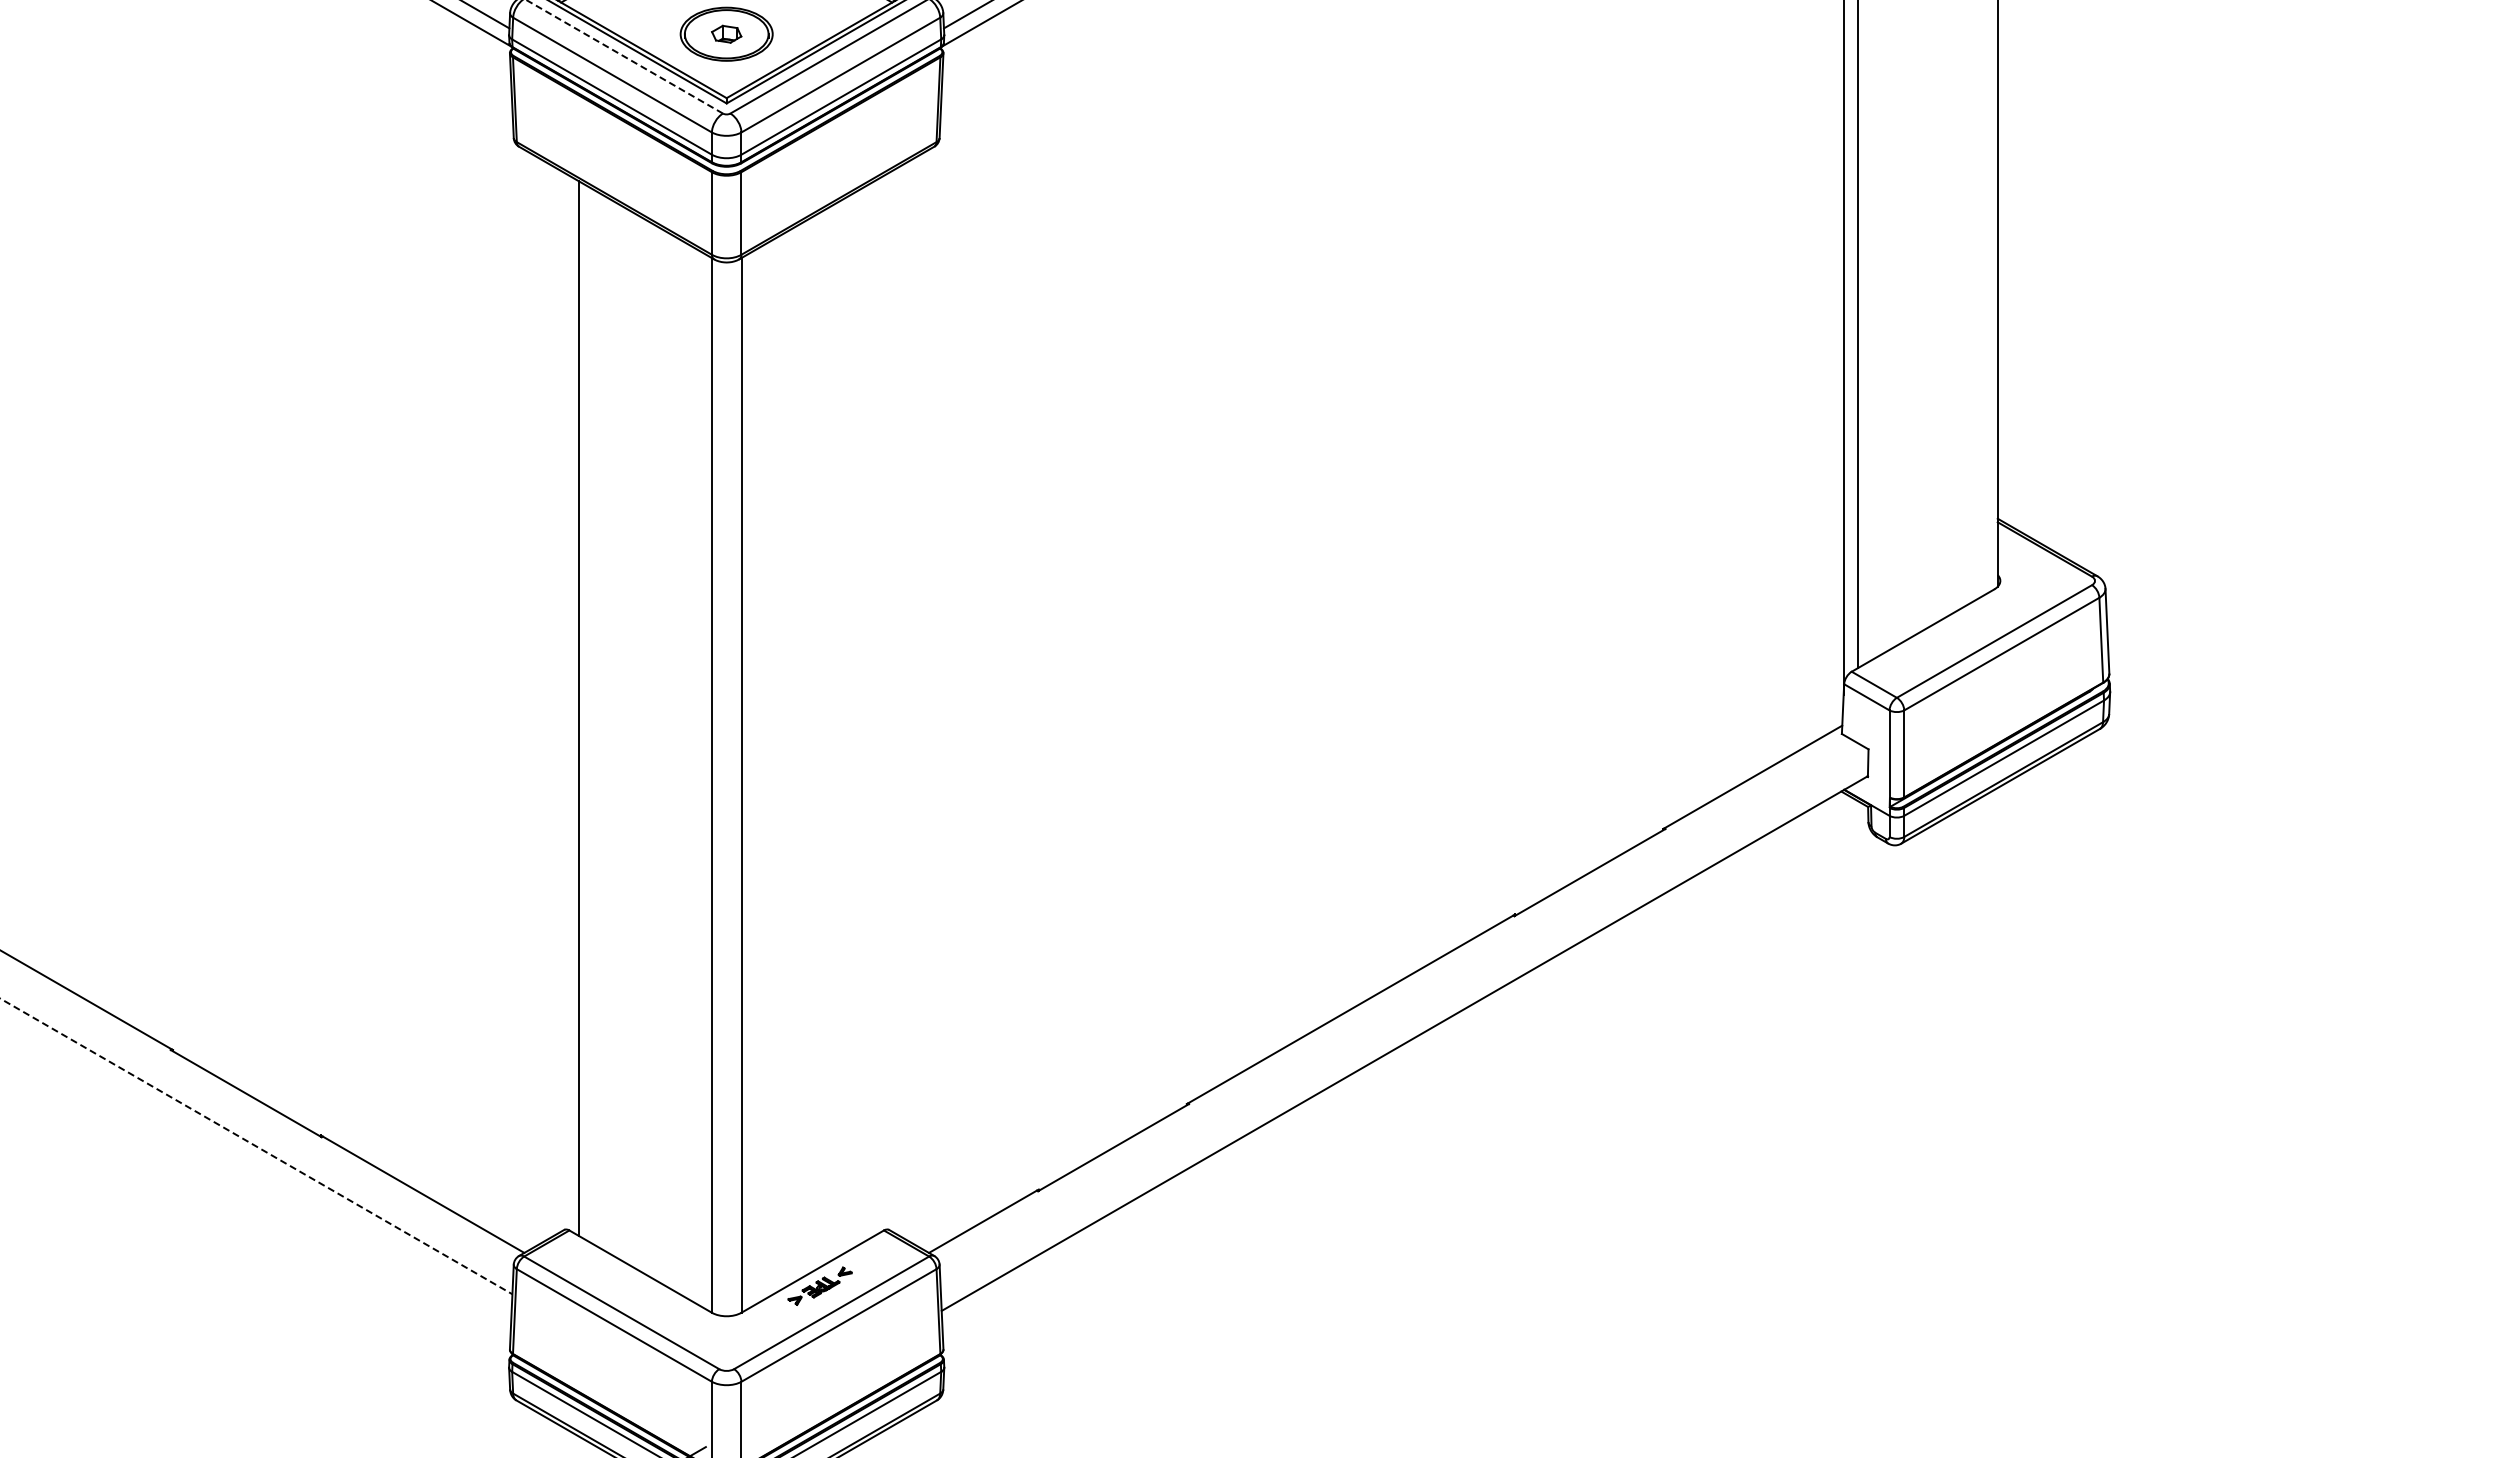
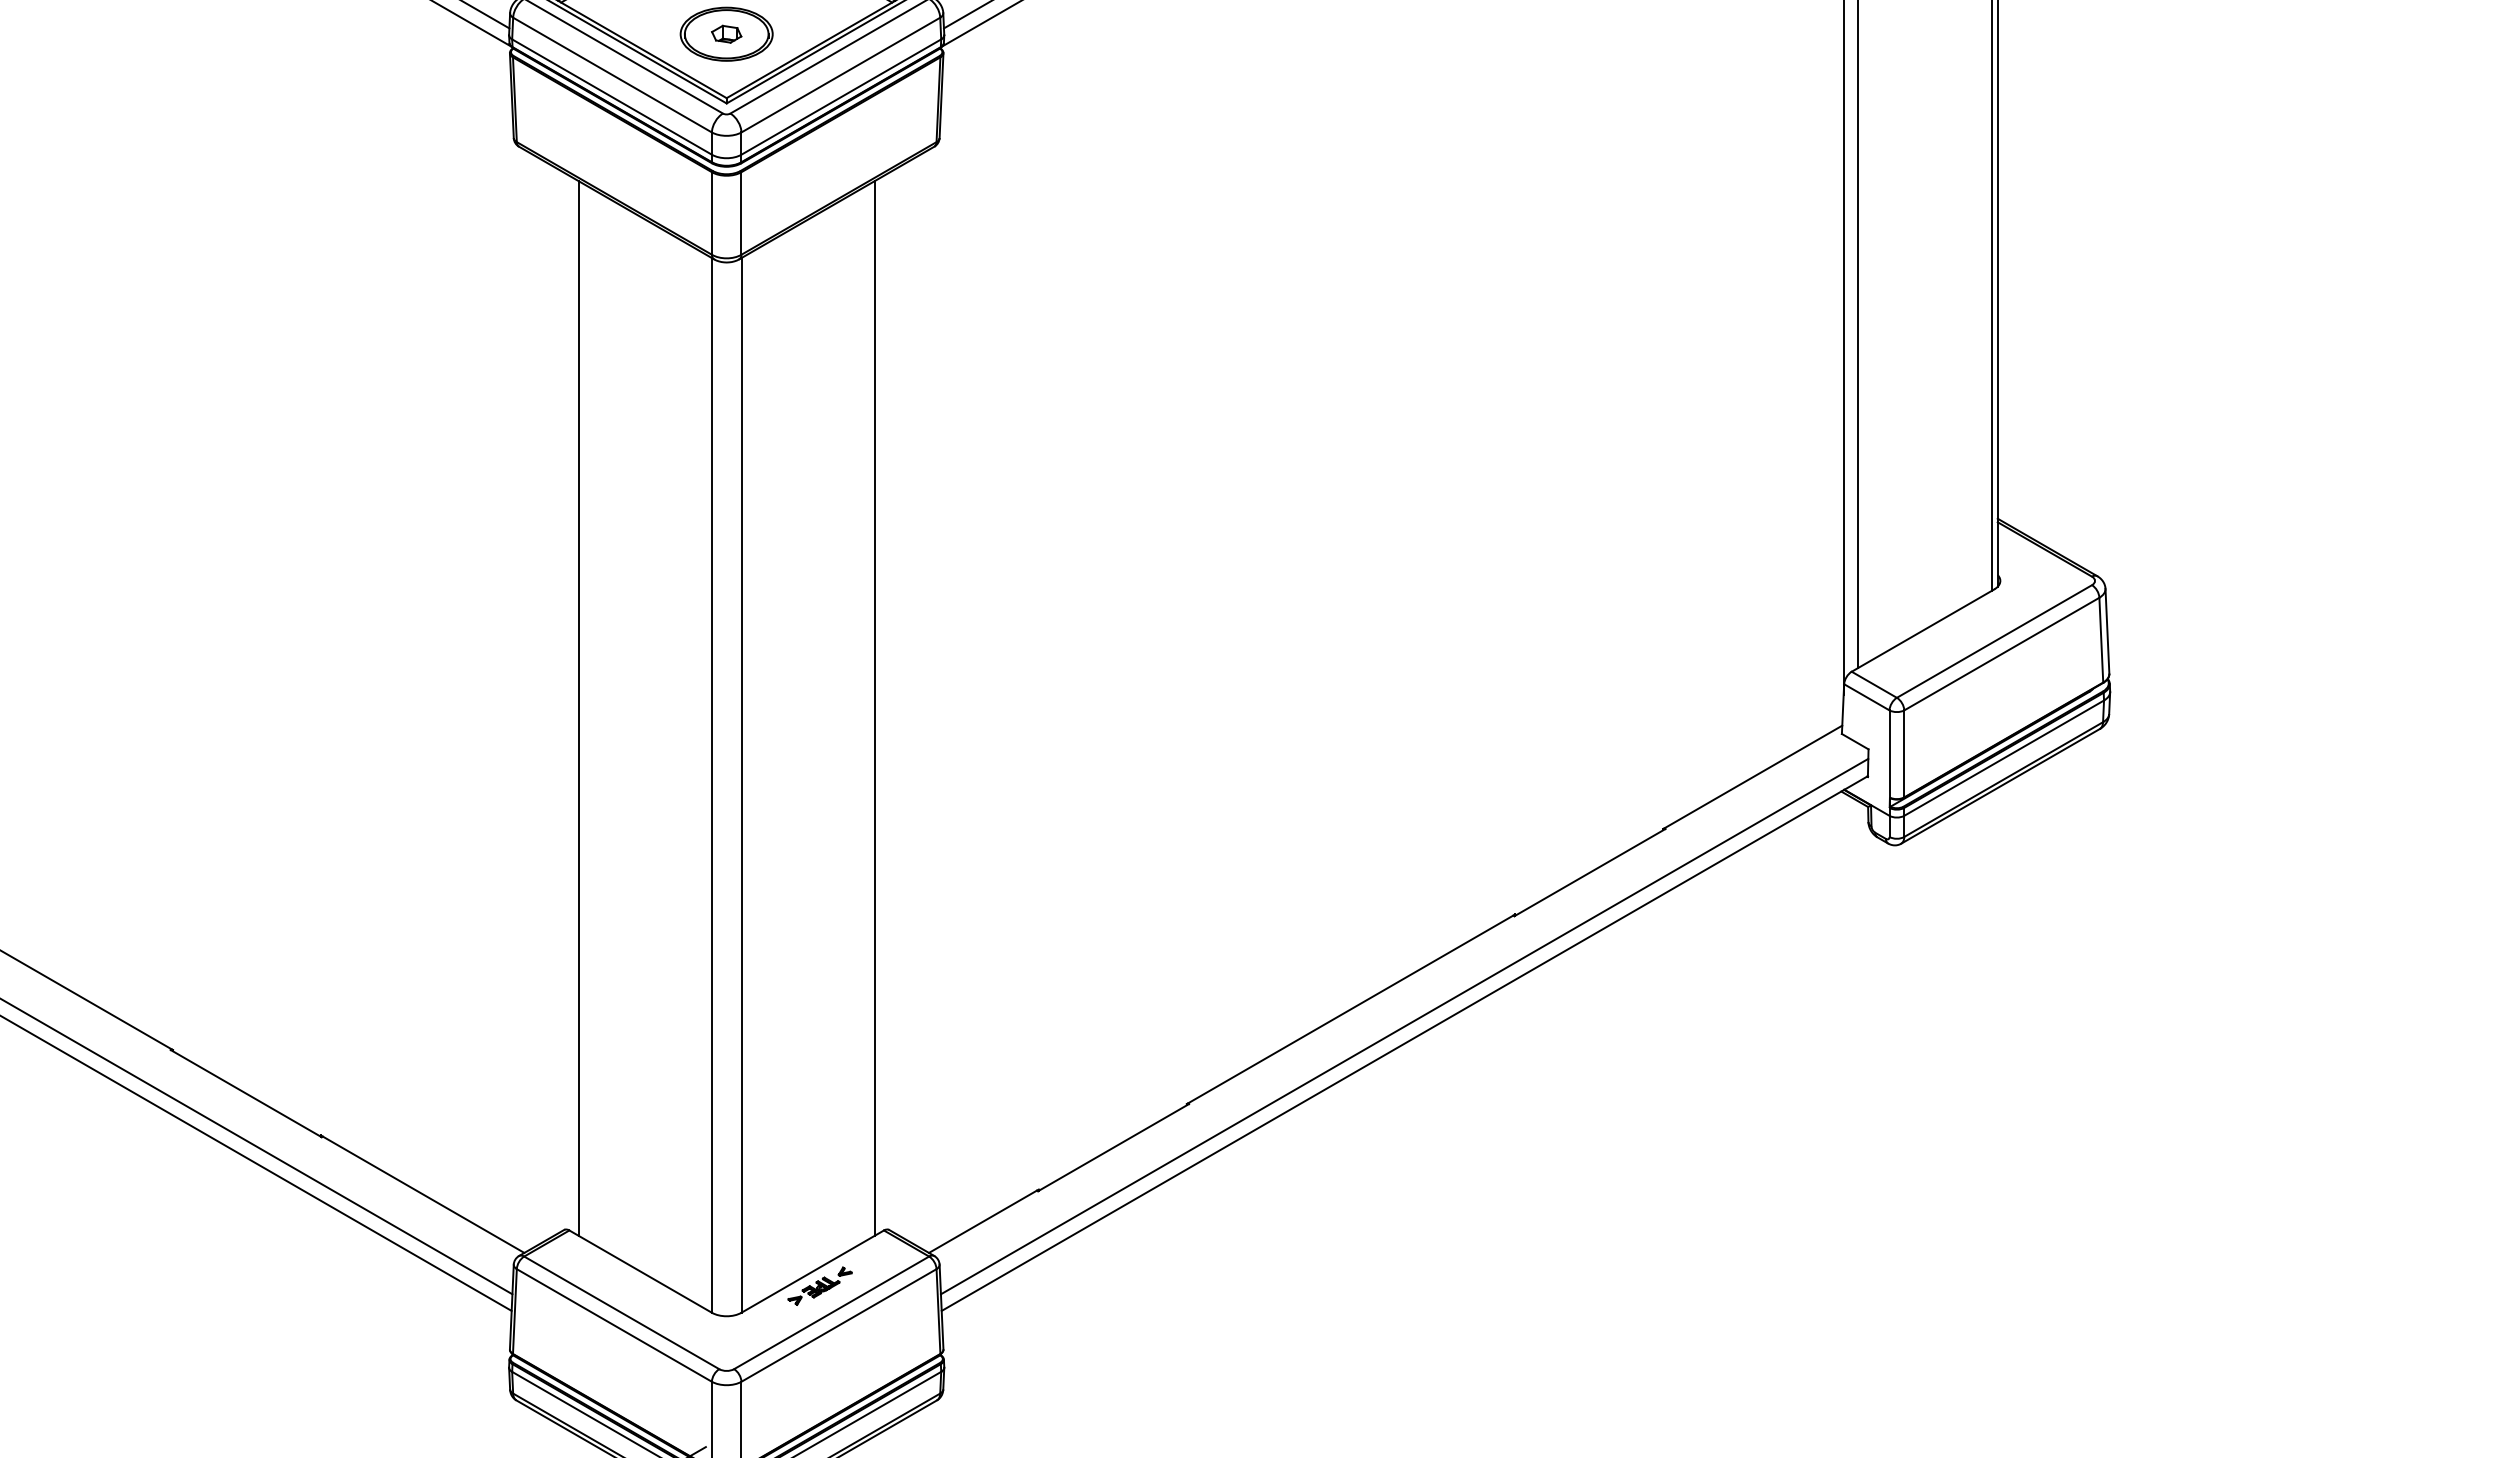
line at (624, 56): dashed -> solid
line at (1991, 296): none -> present
line at (874, 708): none -> present
line at (1404, 1026): none -> present
line at (256, 1146): dashed -> solid
line at (256, 1163): none -> present
